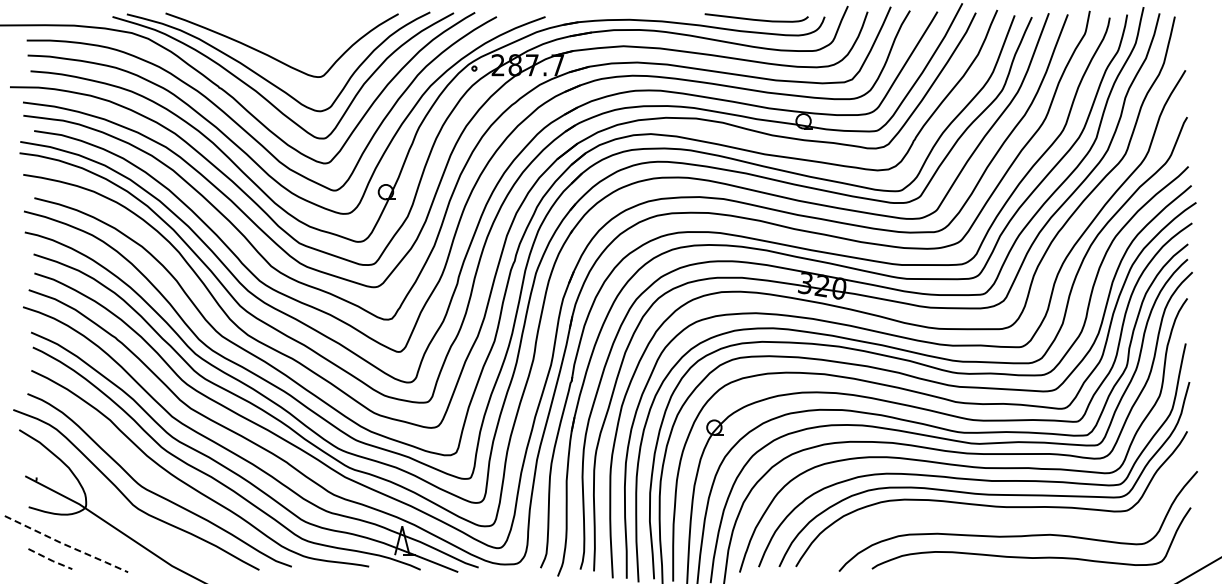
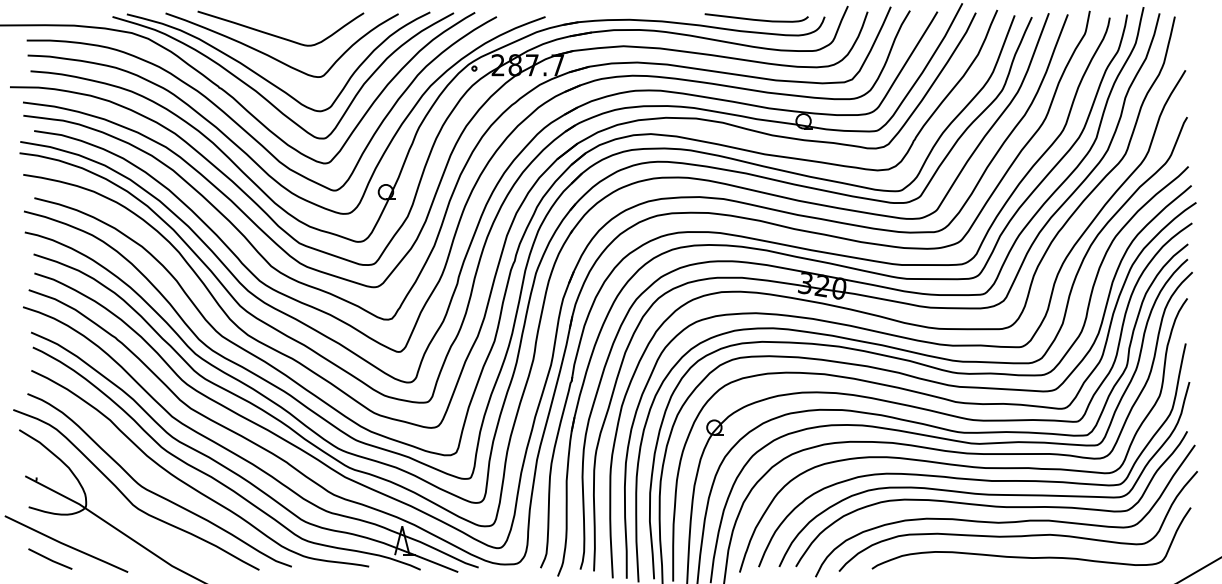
curve at (277, 35): none -> present
curve at (1005, 521): none -> present
line at (66, 545): dashed -> solid
line at (50, 559): dashed -> solid
